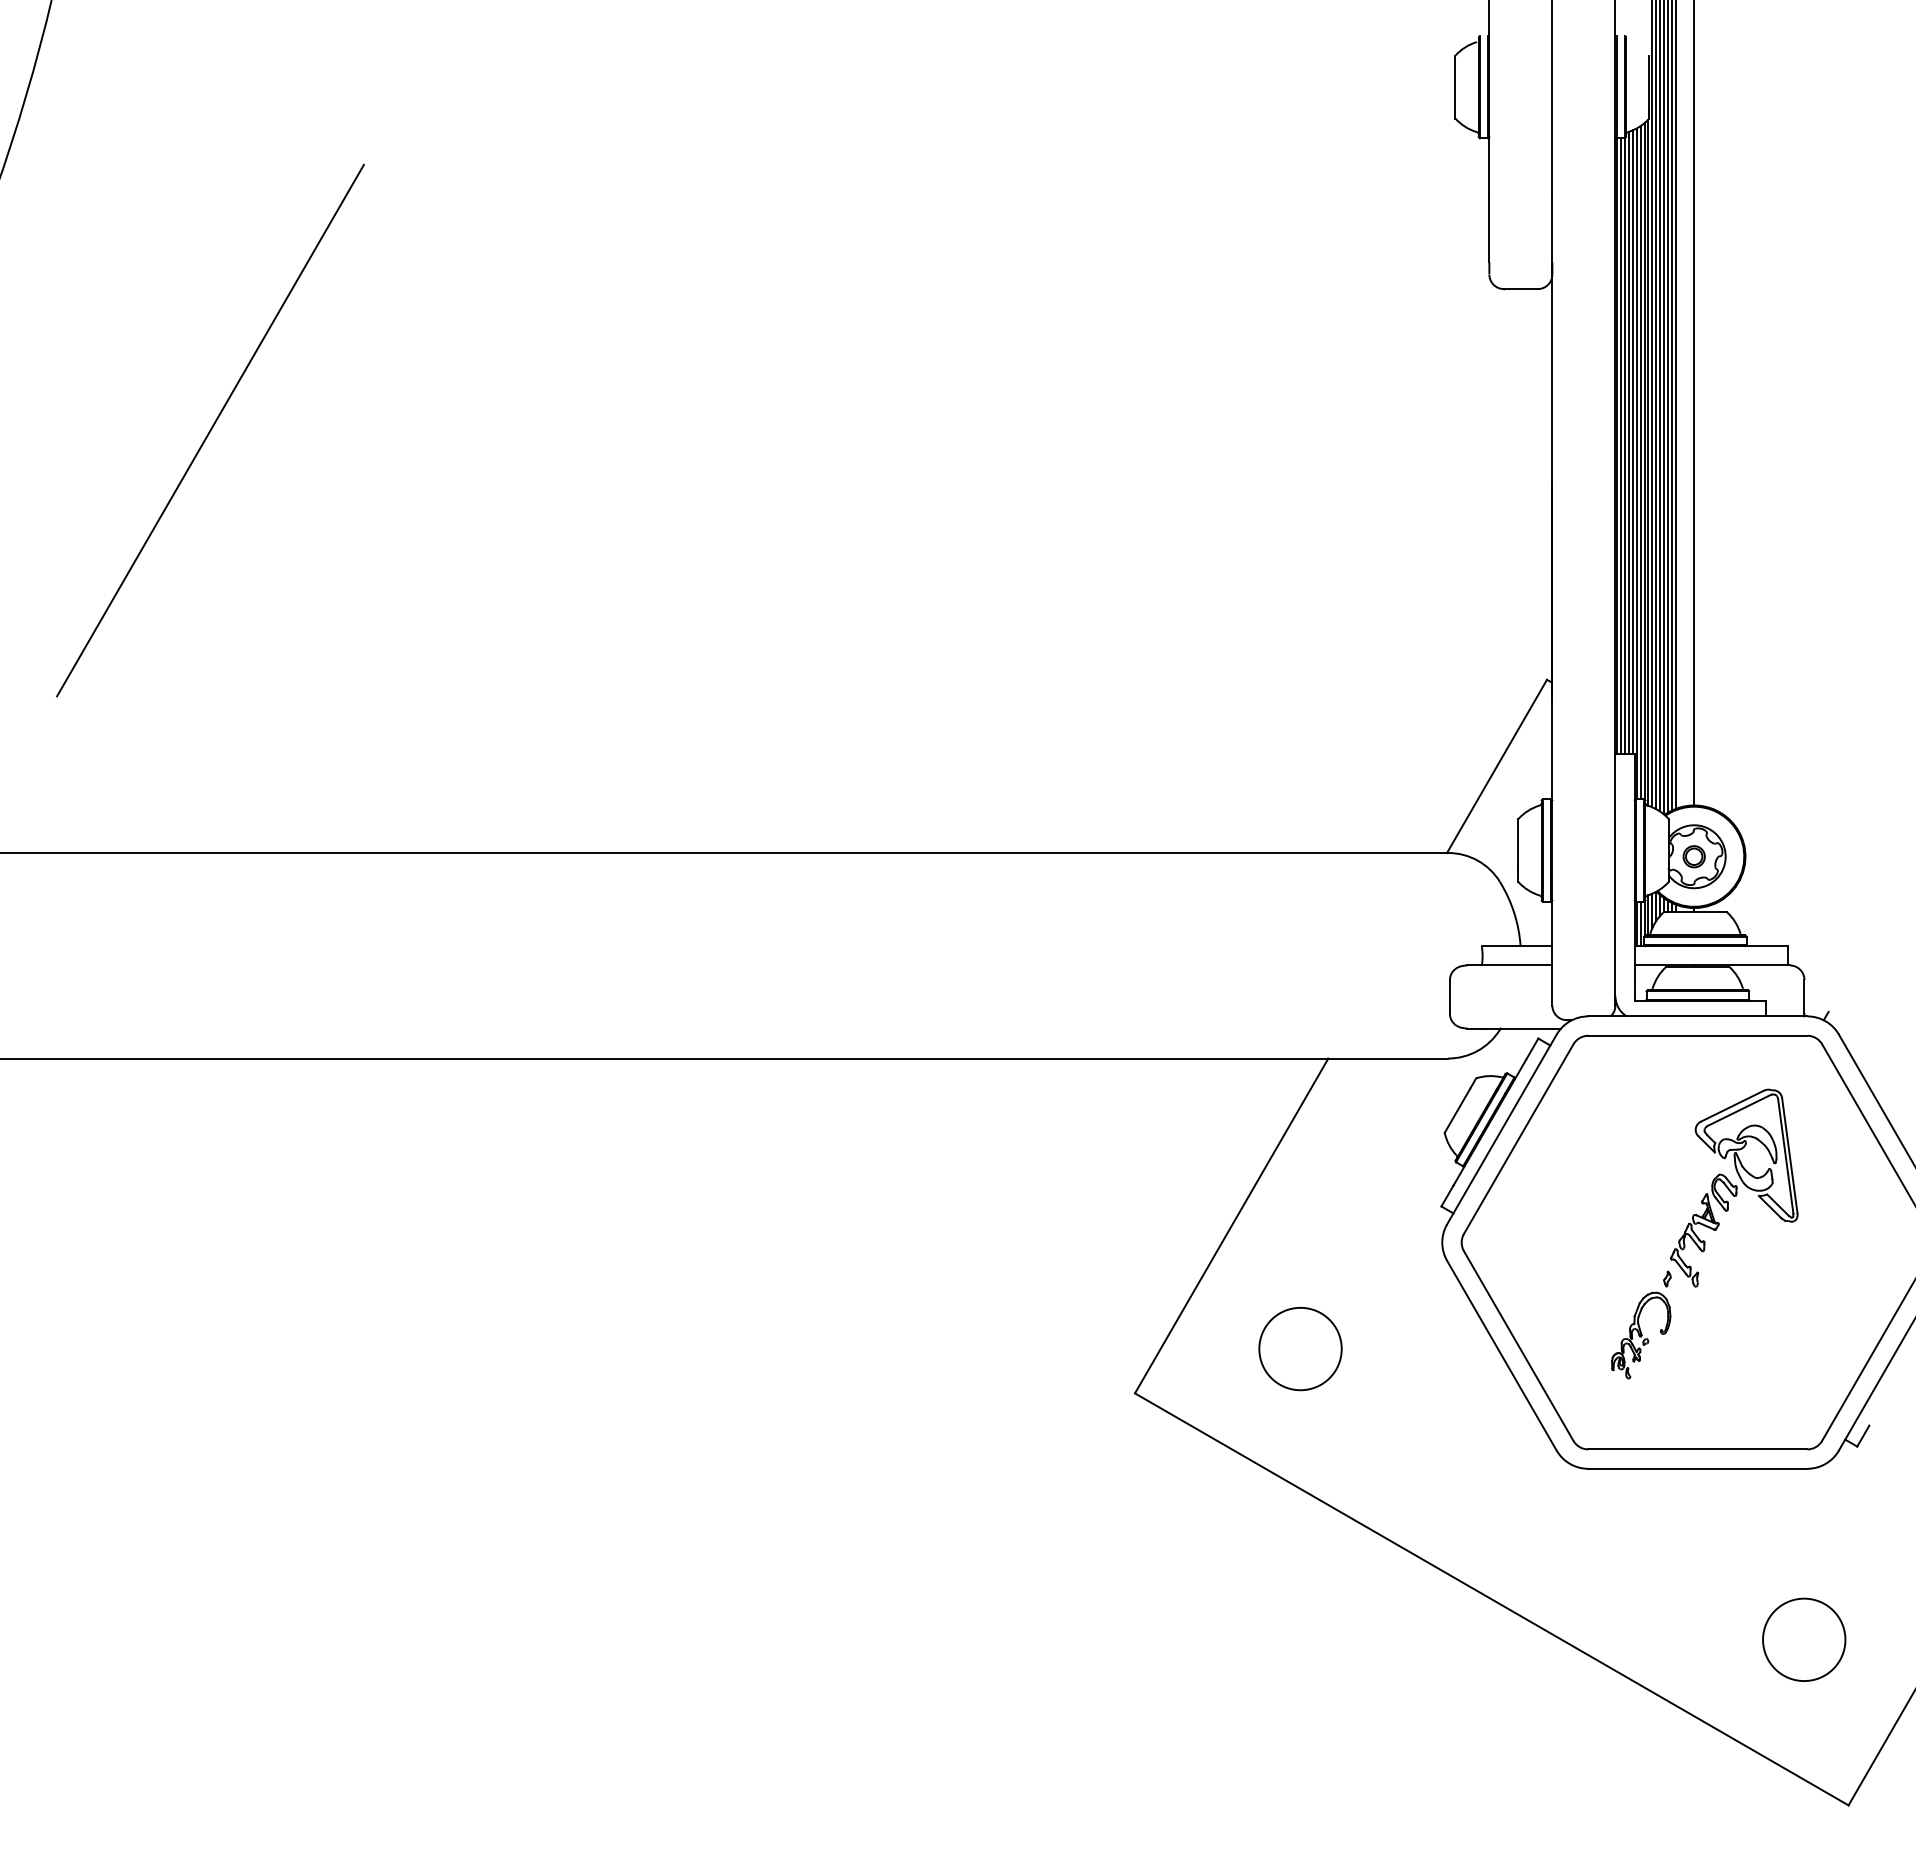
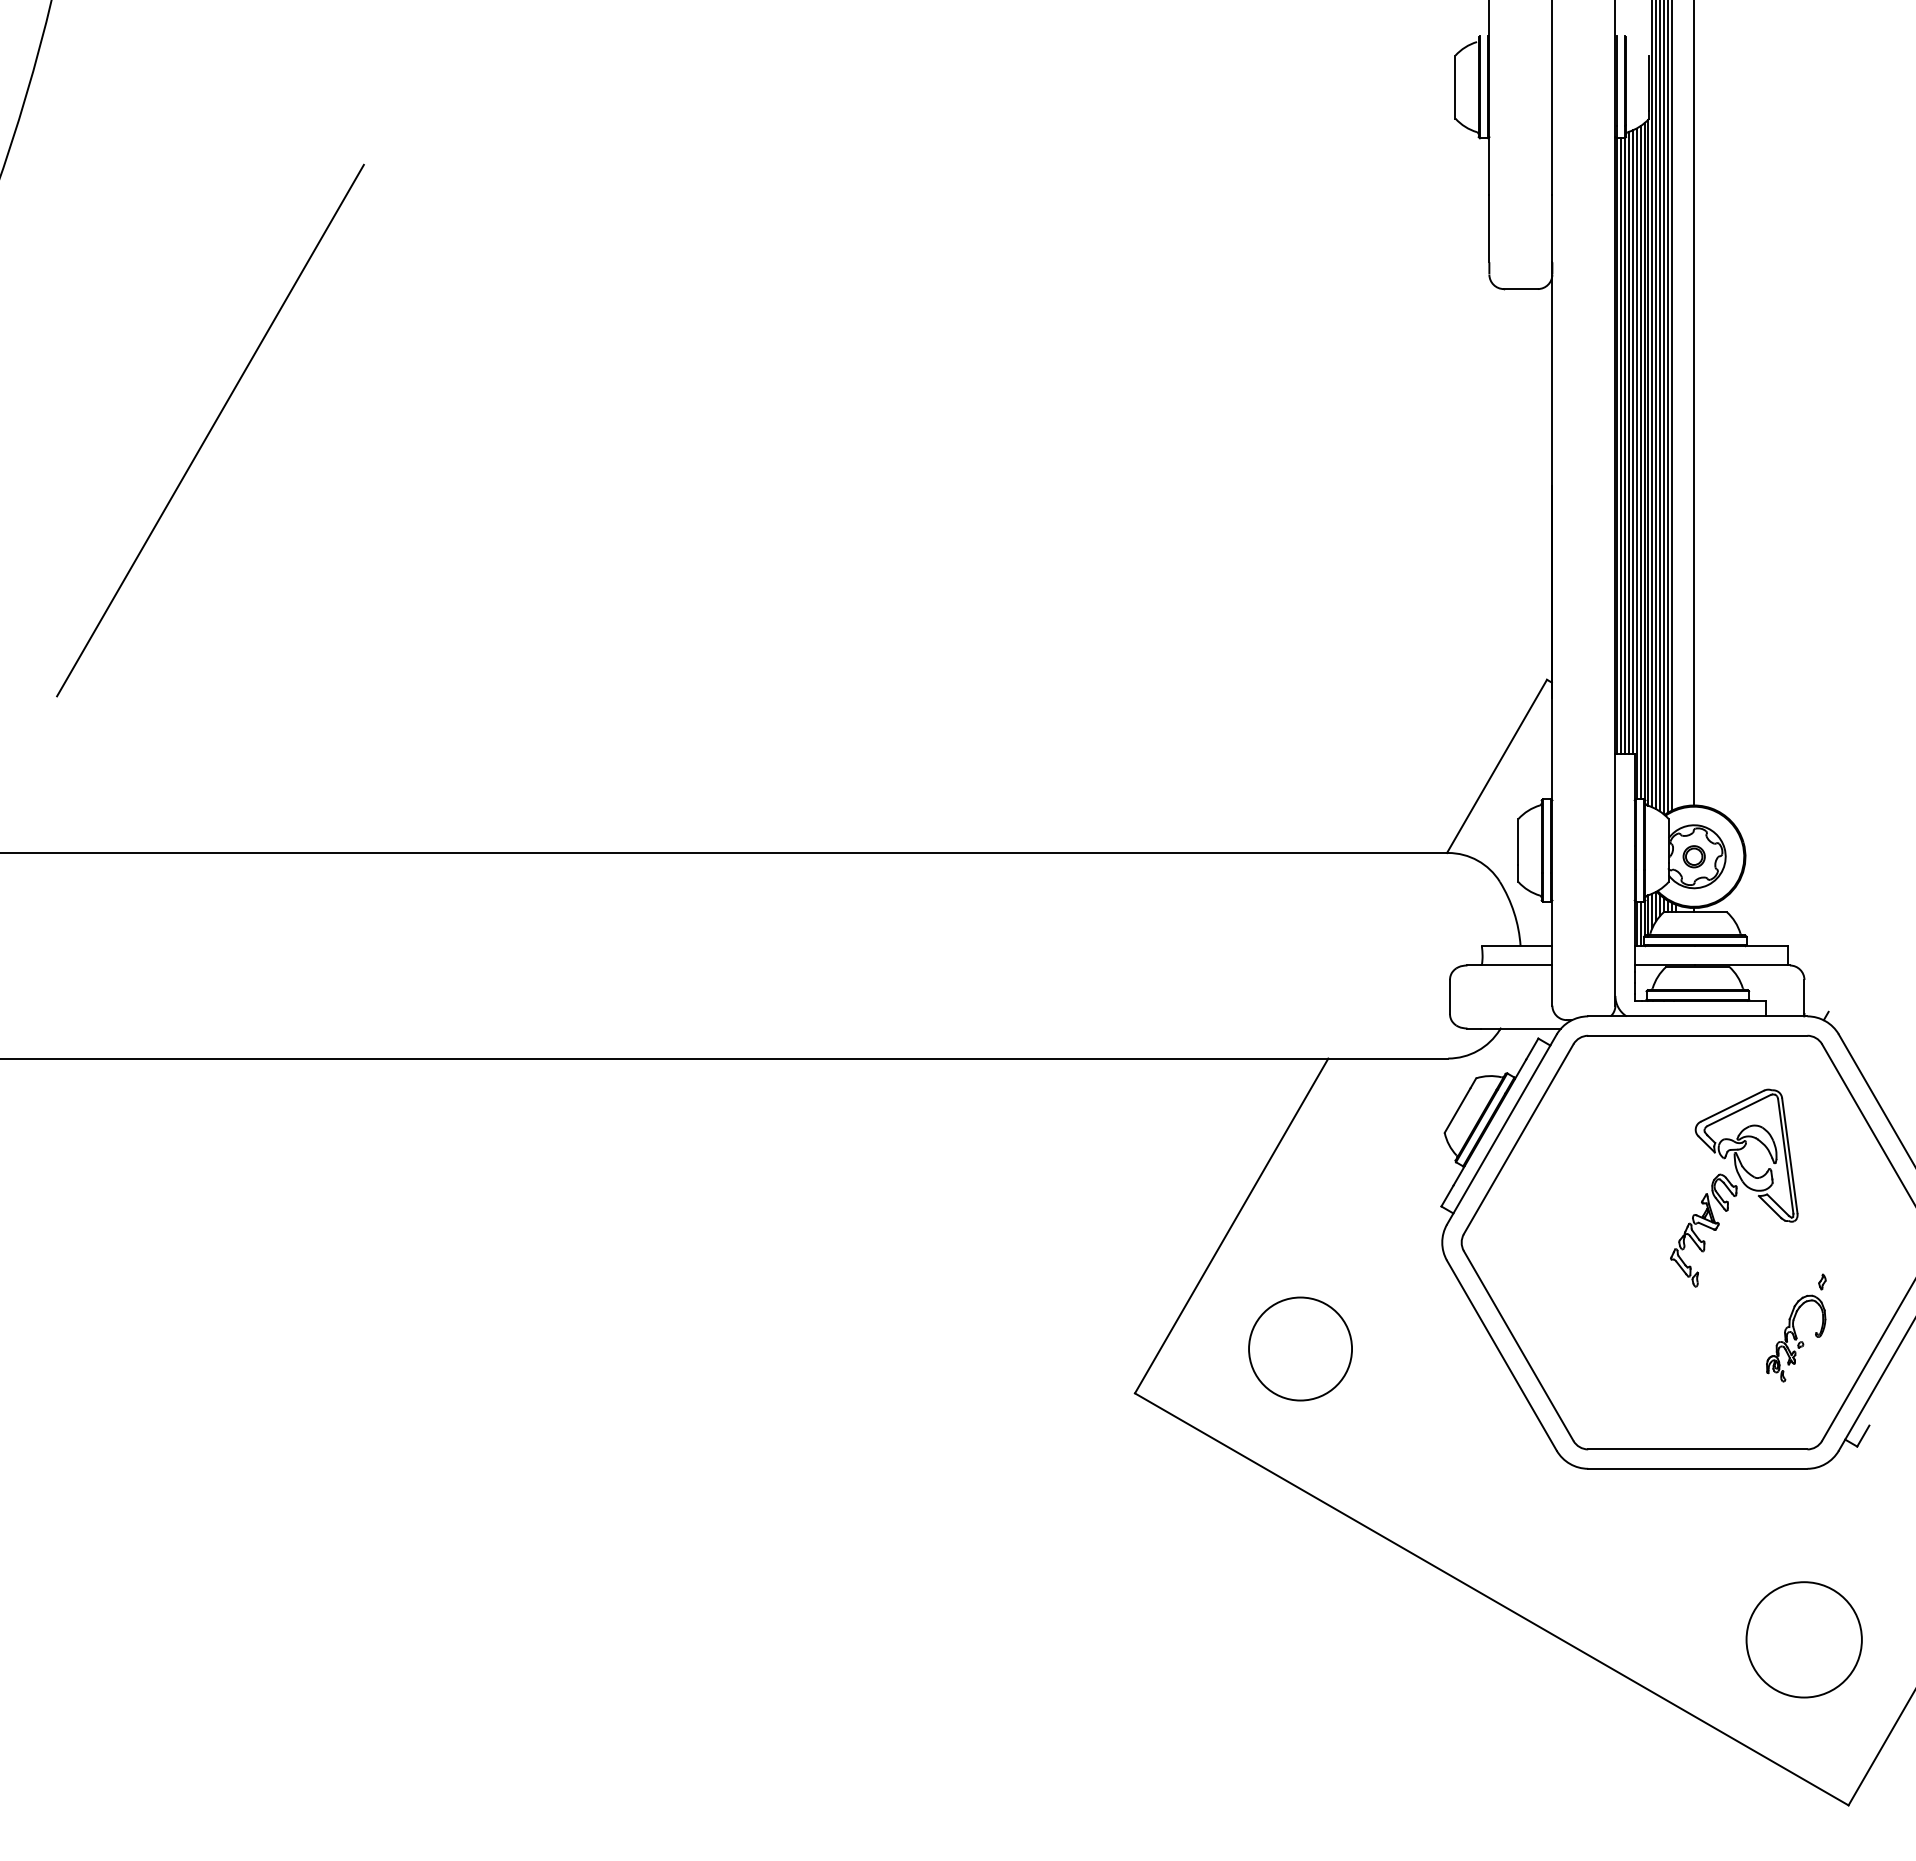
line at (1675, 405): present -> none
part at (1641, 1324) position: (1641, 1324) -> (1796, 1327)
circle at (1300, 1348) diameter: 82 px -> 103 px
circle at (1804, 1639) diameter: 82 px -> 115 px
